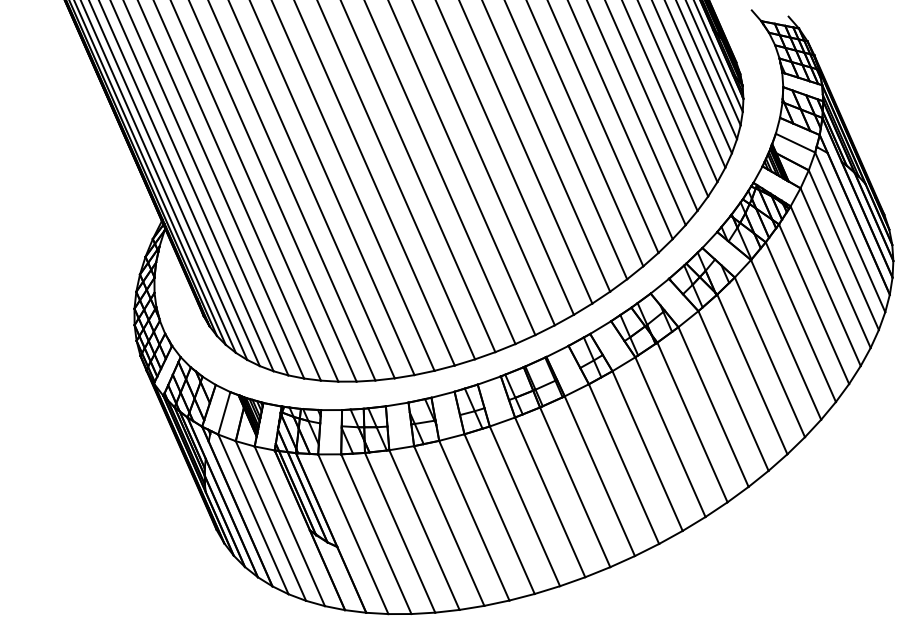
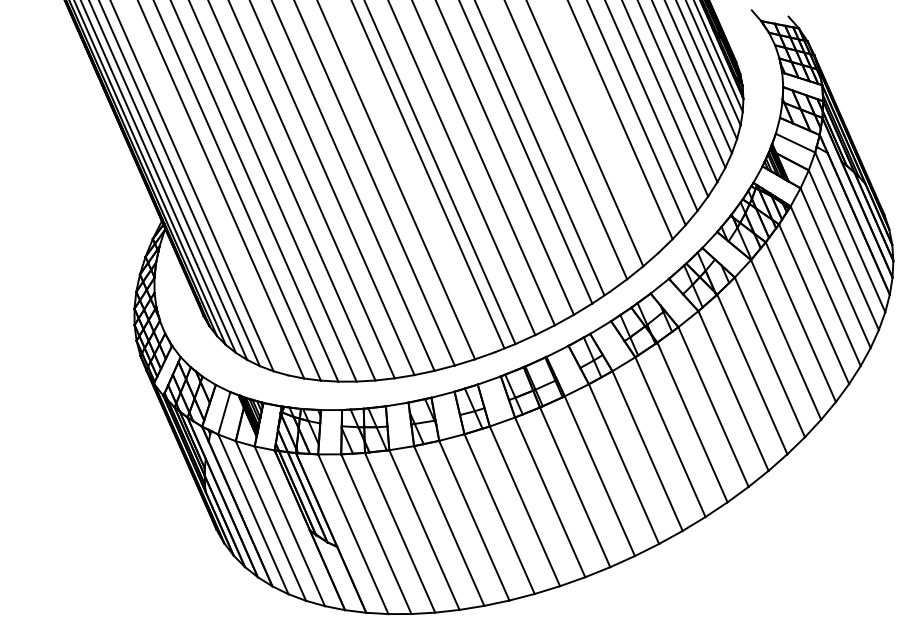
line at (603, 127): present -> none
line at (546, 146) position: (546, 146) -> (539, 148)
line at (418, 177) position: (418, 177) -> (428, 175)
line at (206, 188): present -> none
